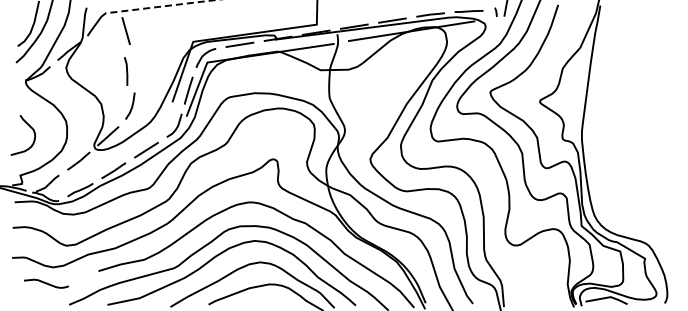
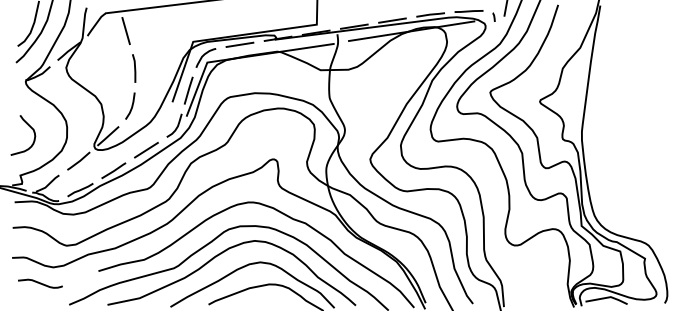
line at (160, 6): dashed -> solid
line at (495, 11) position: (495, 11) -> (493, 16)
line at (126, 71) position: (126, 71) -> (134, 68)
curve at (46, 283) position: (46, 283) -> (40, 283)
